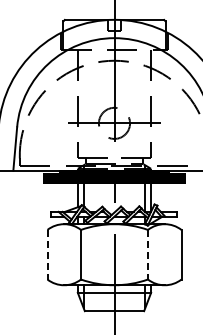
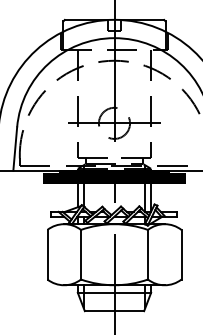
line at (47, 254): dashed -> solid
line at (147, 254): dashed -> solid
